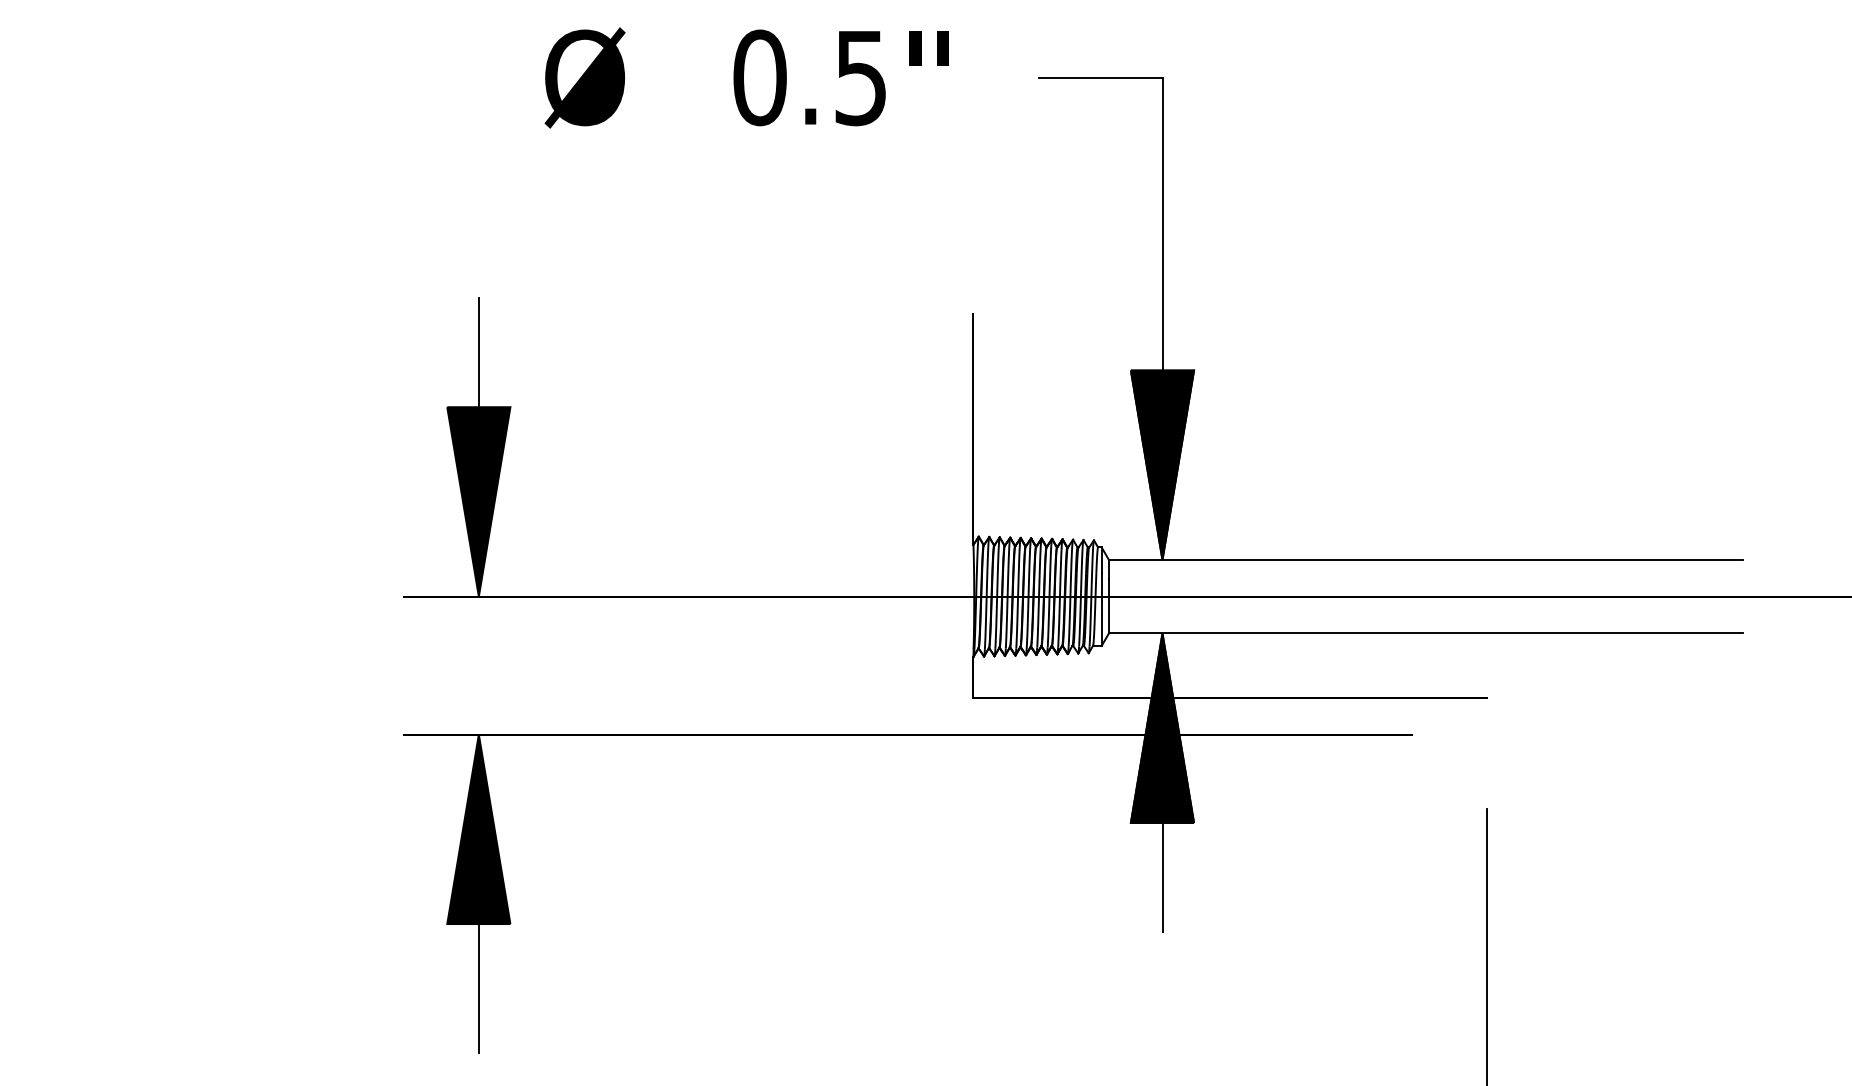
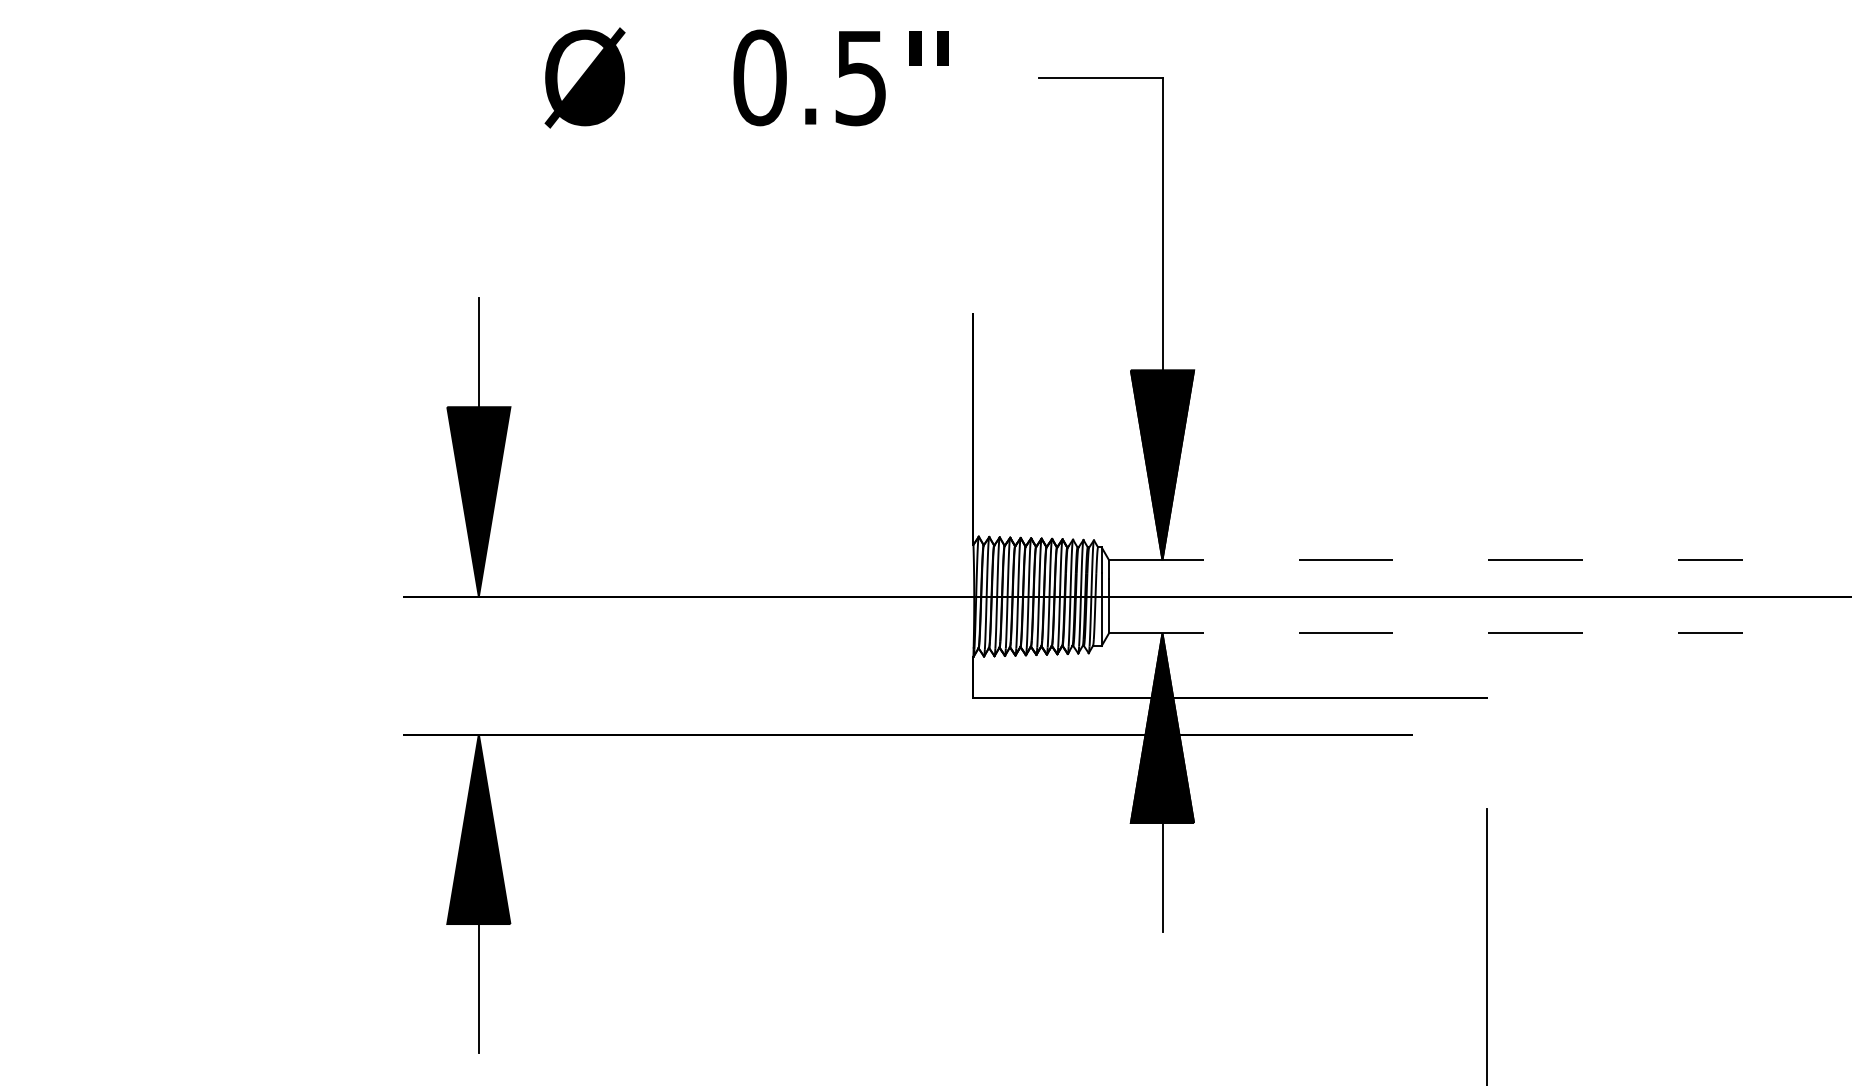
line at (1426, 560): solid -> dashed
line at (1426, 633): solid -> dashed
